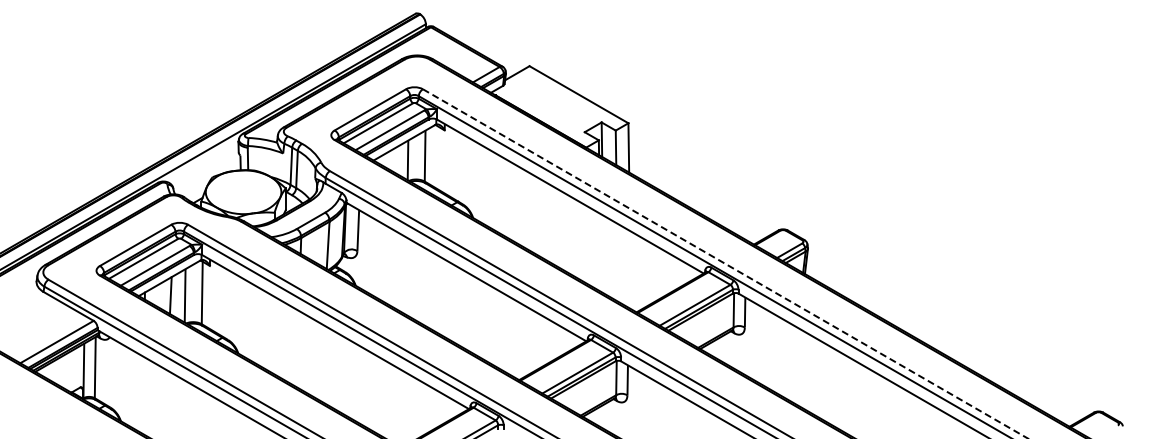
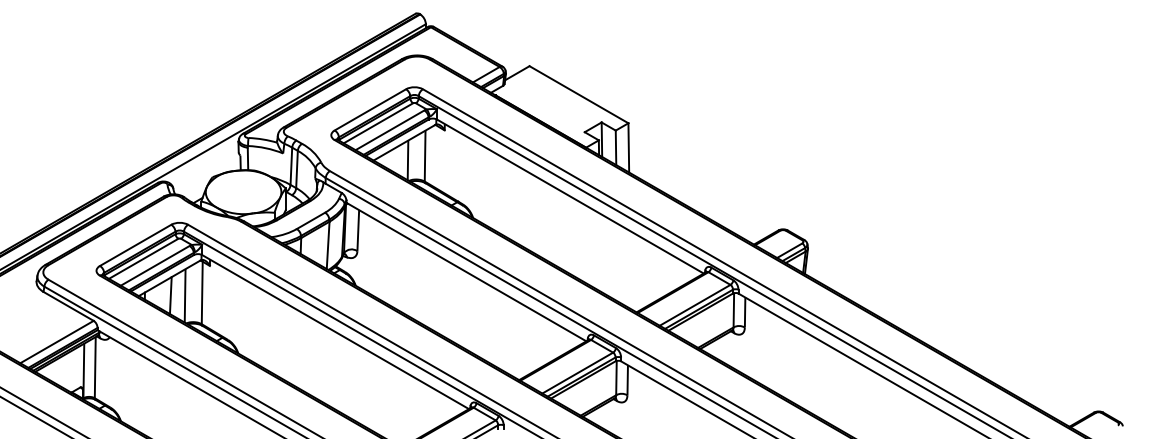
line at (726, 264): dashed -> solid
line at (42, 411): none -> present
line at (34, 416): none -> present
